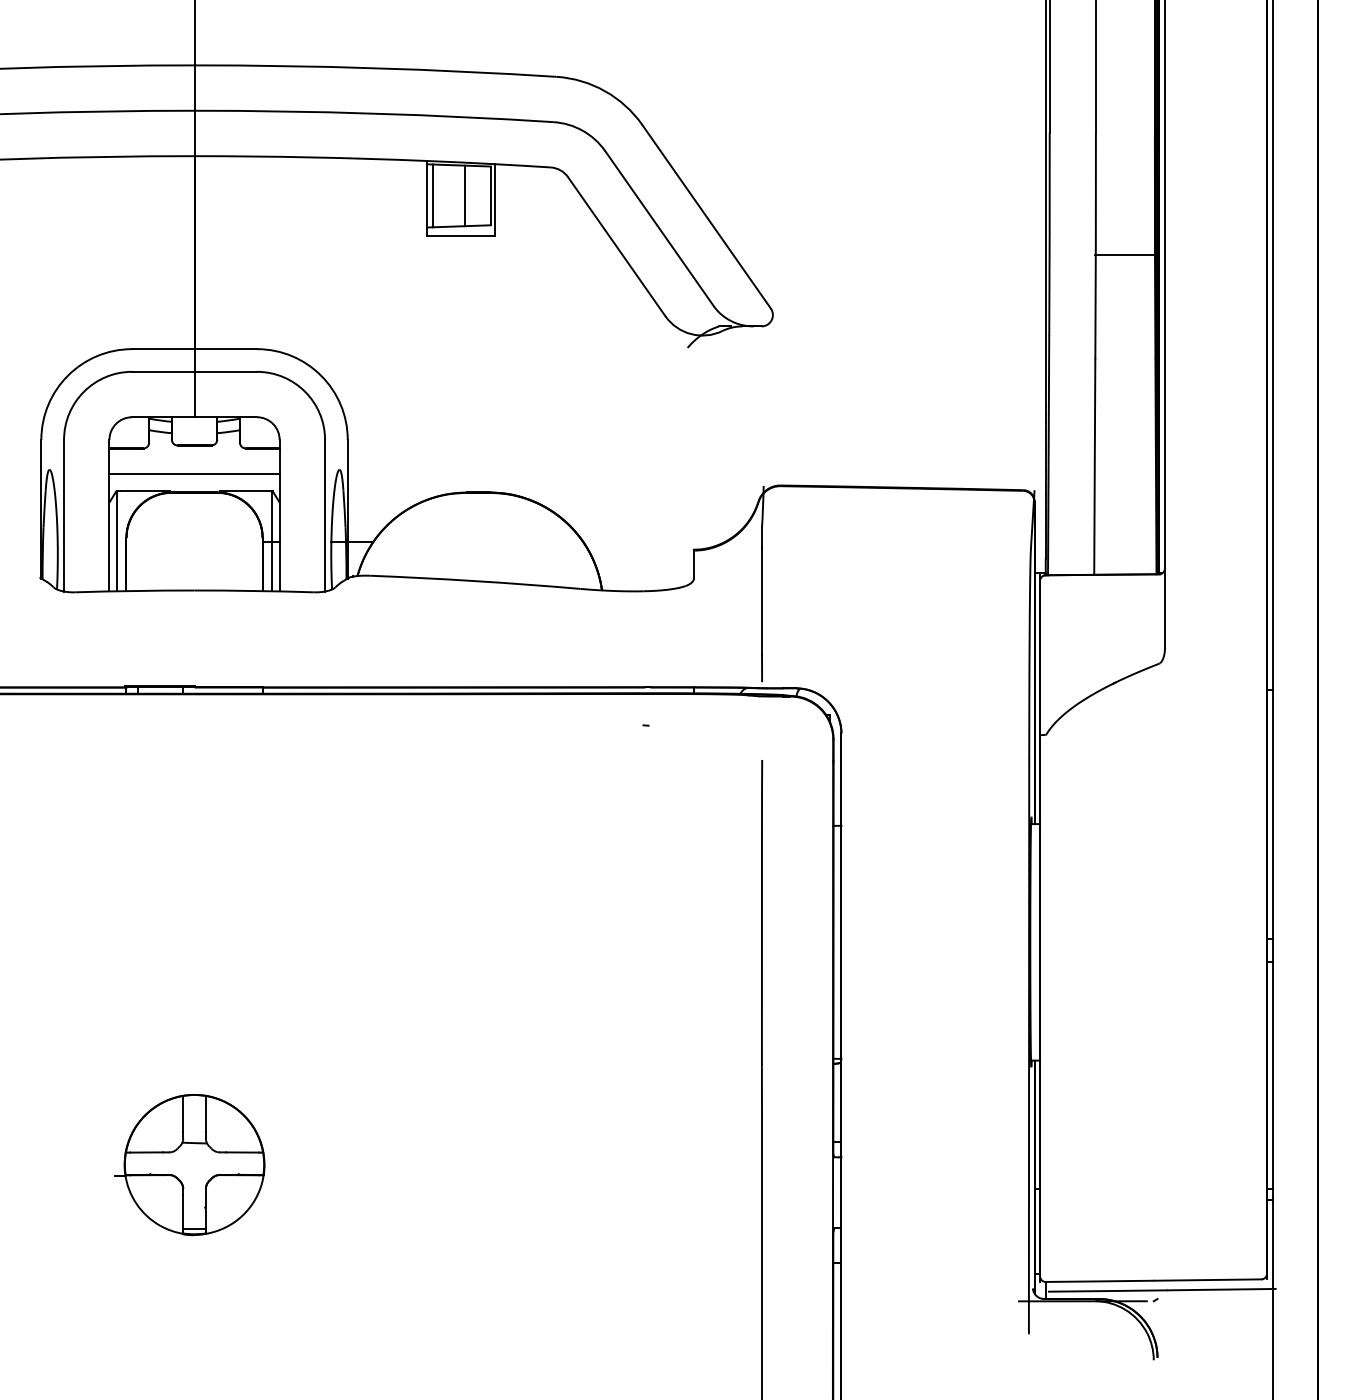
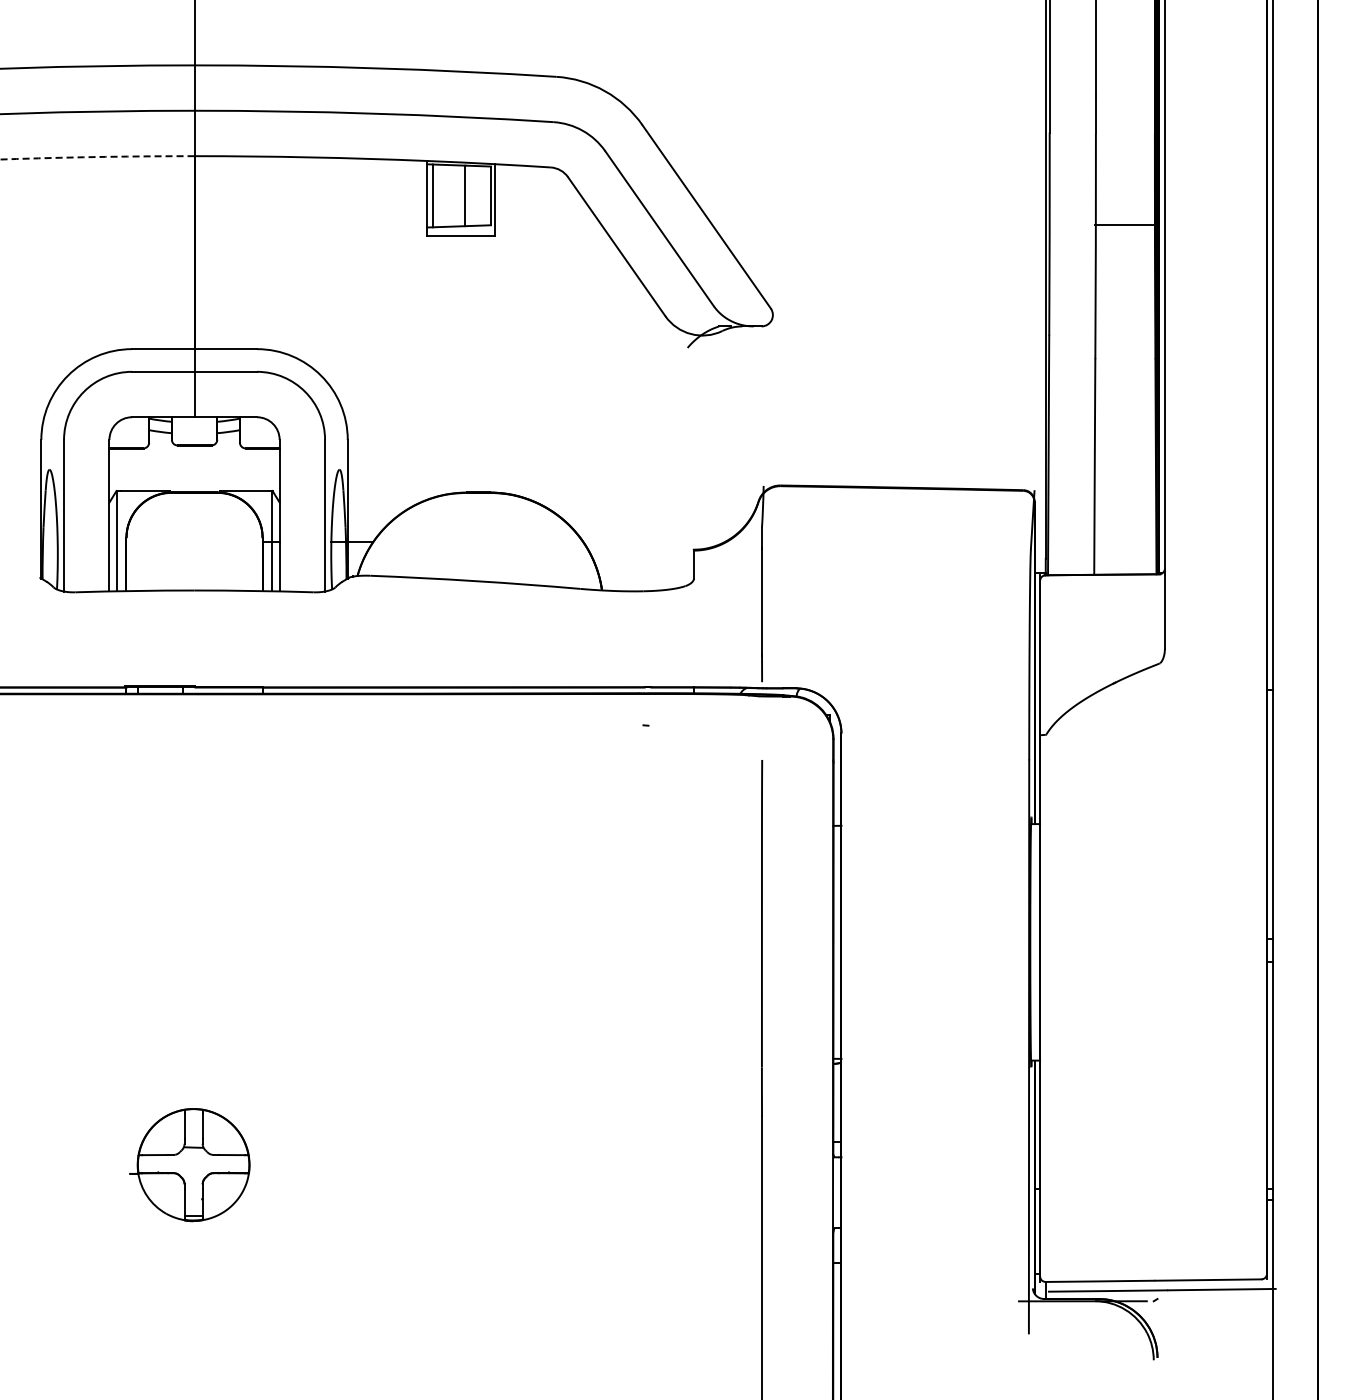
arc at (97, 157): solid -> dashed
line at (1125, 255) position: (1125, 255) -> (1125, 225)
line at (194, 473): present -> none
part at (189, 1165) size: 152x143 px -> 122x115 px
